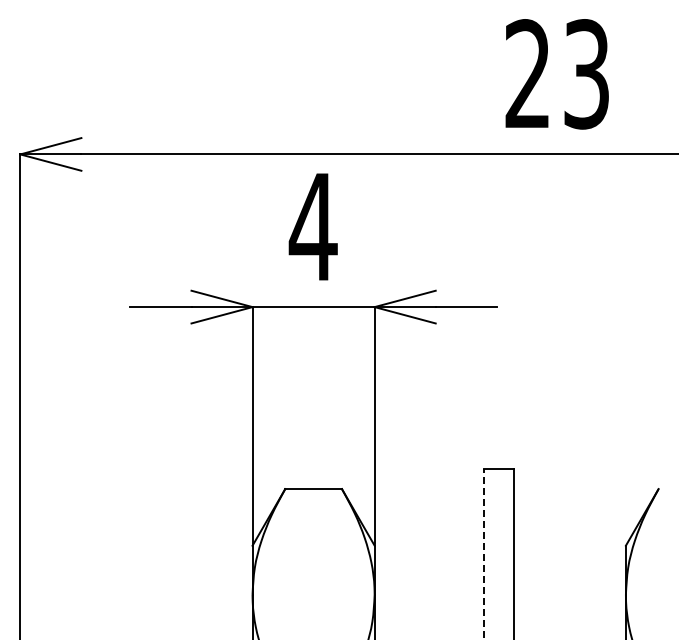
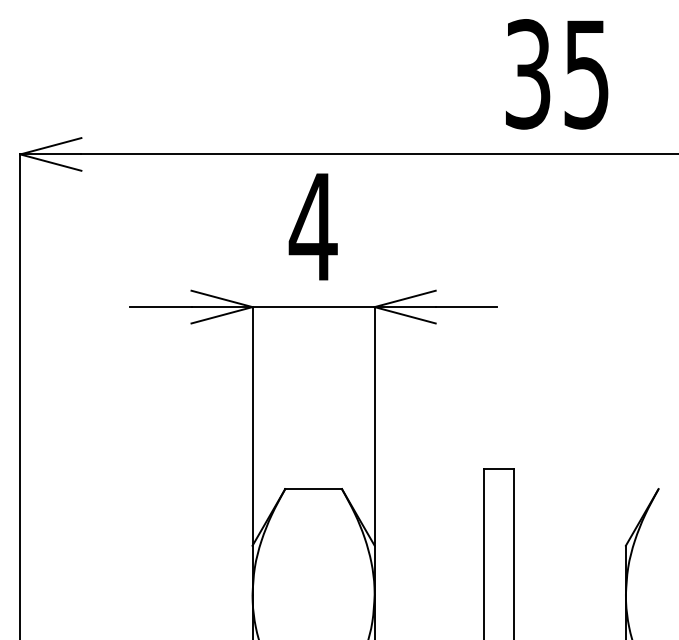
text at (556, 74): 23 -> 35
line at (483, 554): dashed -> solid
